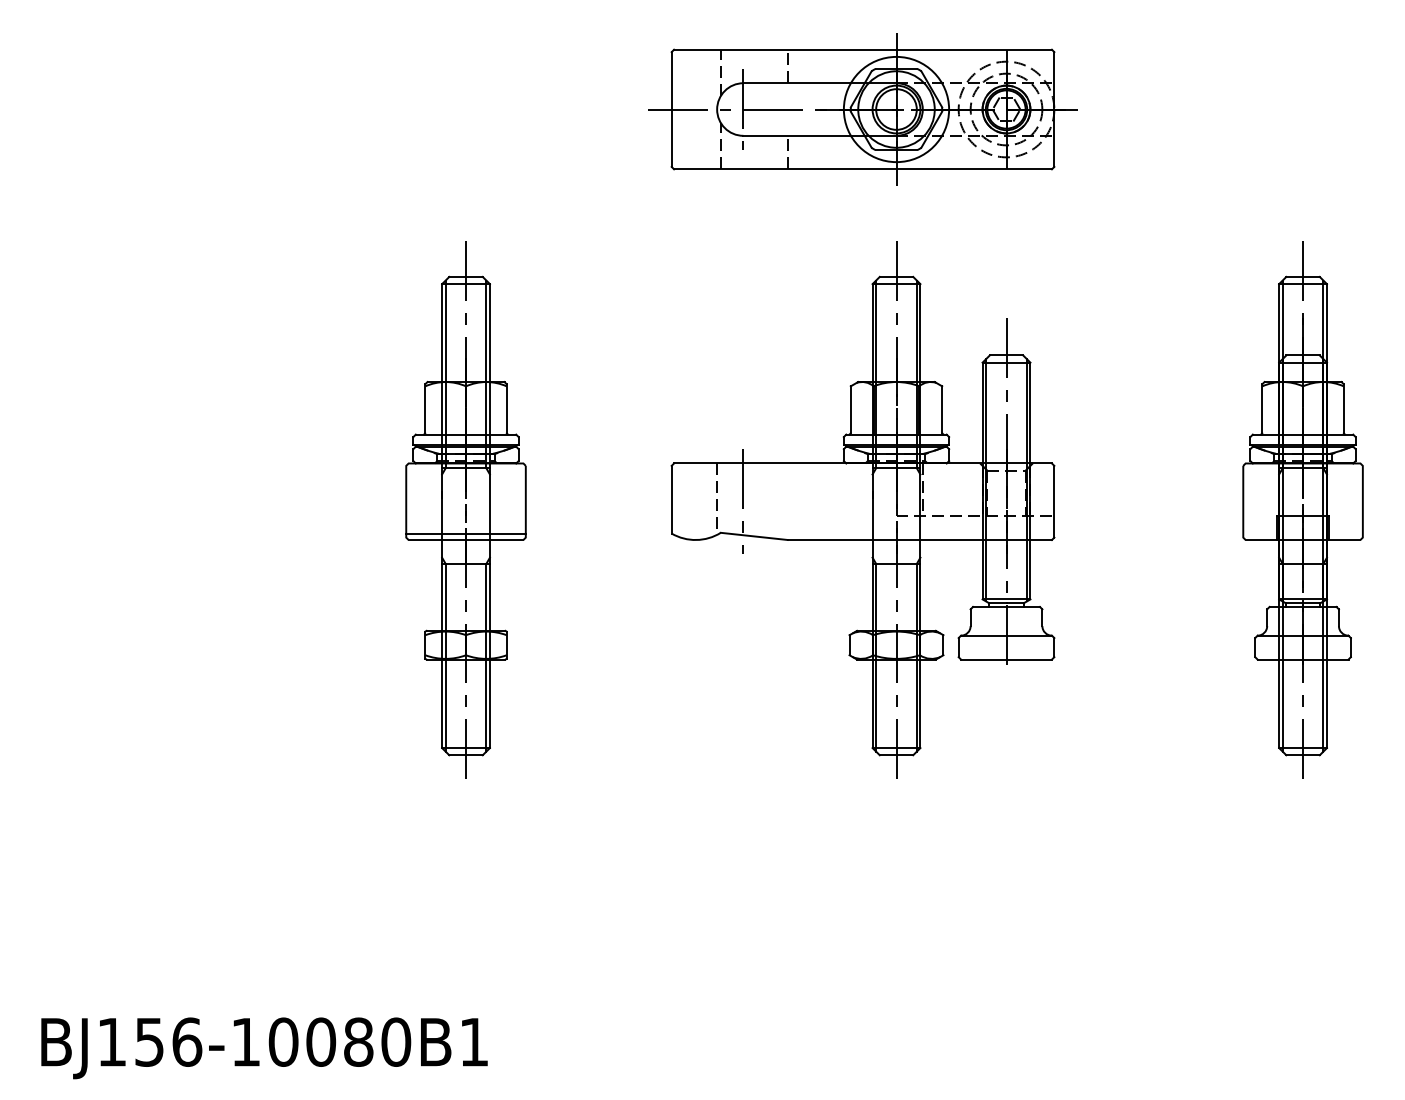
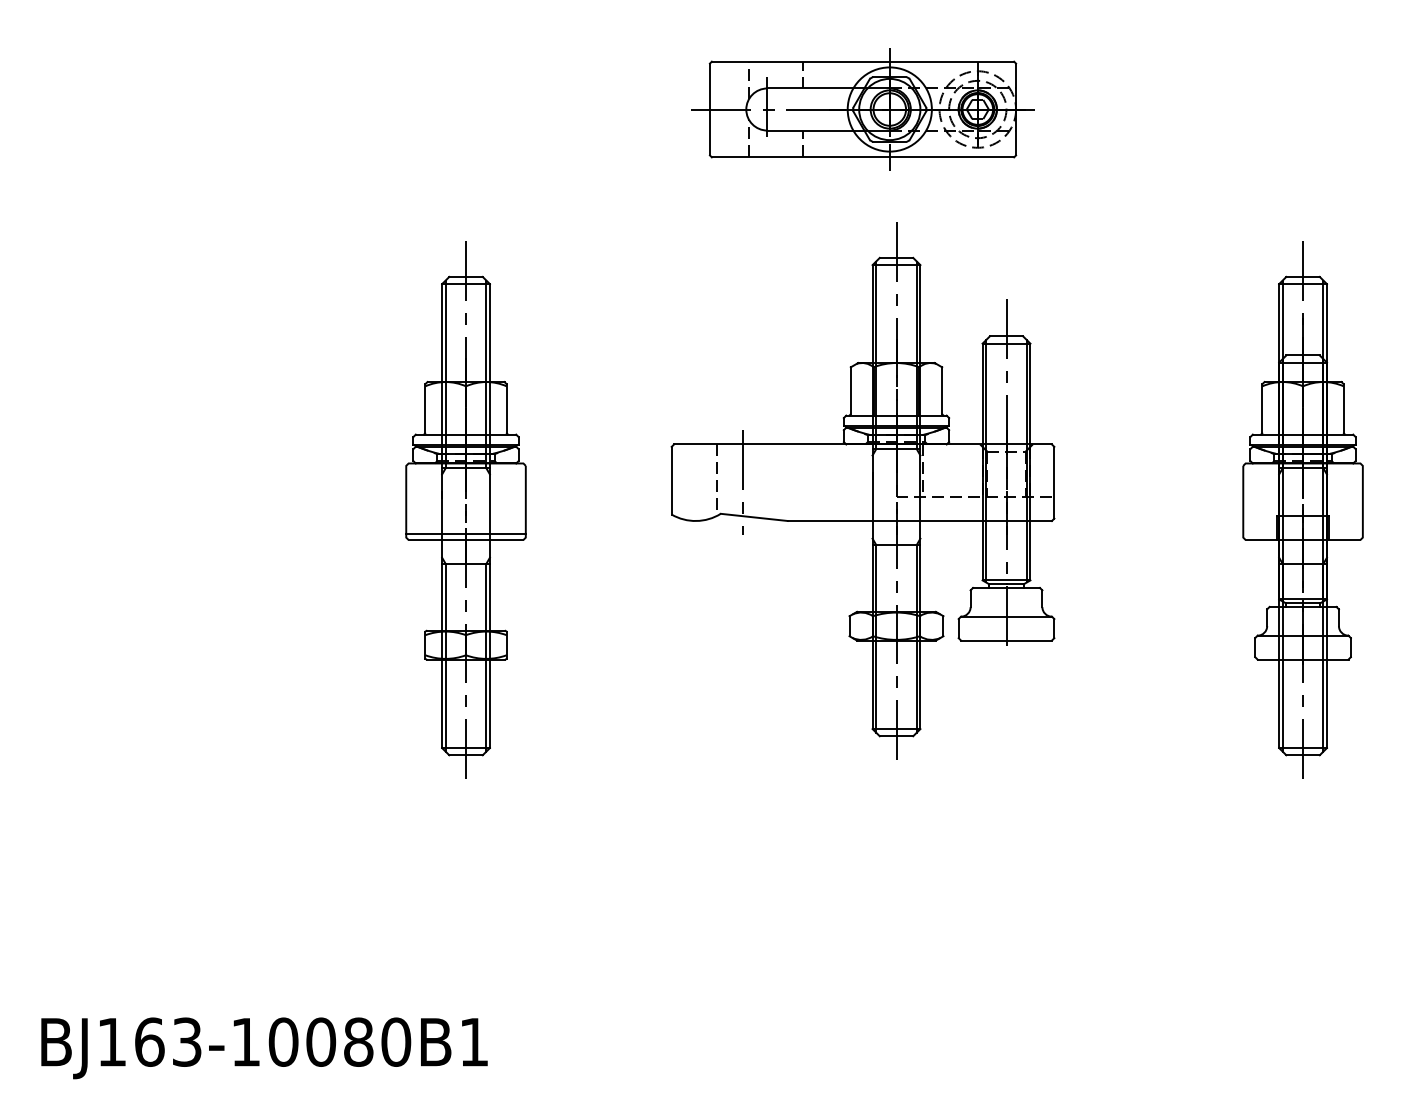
part at (862, 109) size: 430x153 px -> 344x123 px
part at (862, 509) position: (862, 509) -> (862, 490)
text at (168, 1041): BJ156-10080B1 -> BJ163-10080B1
